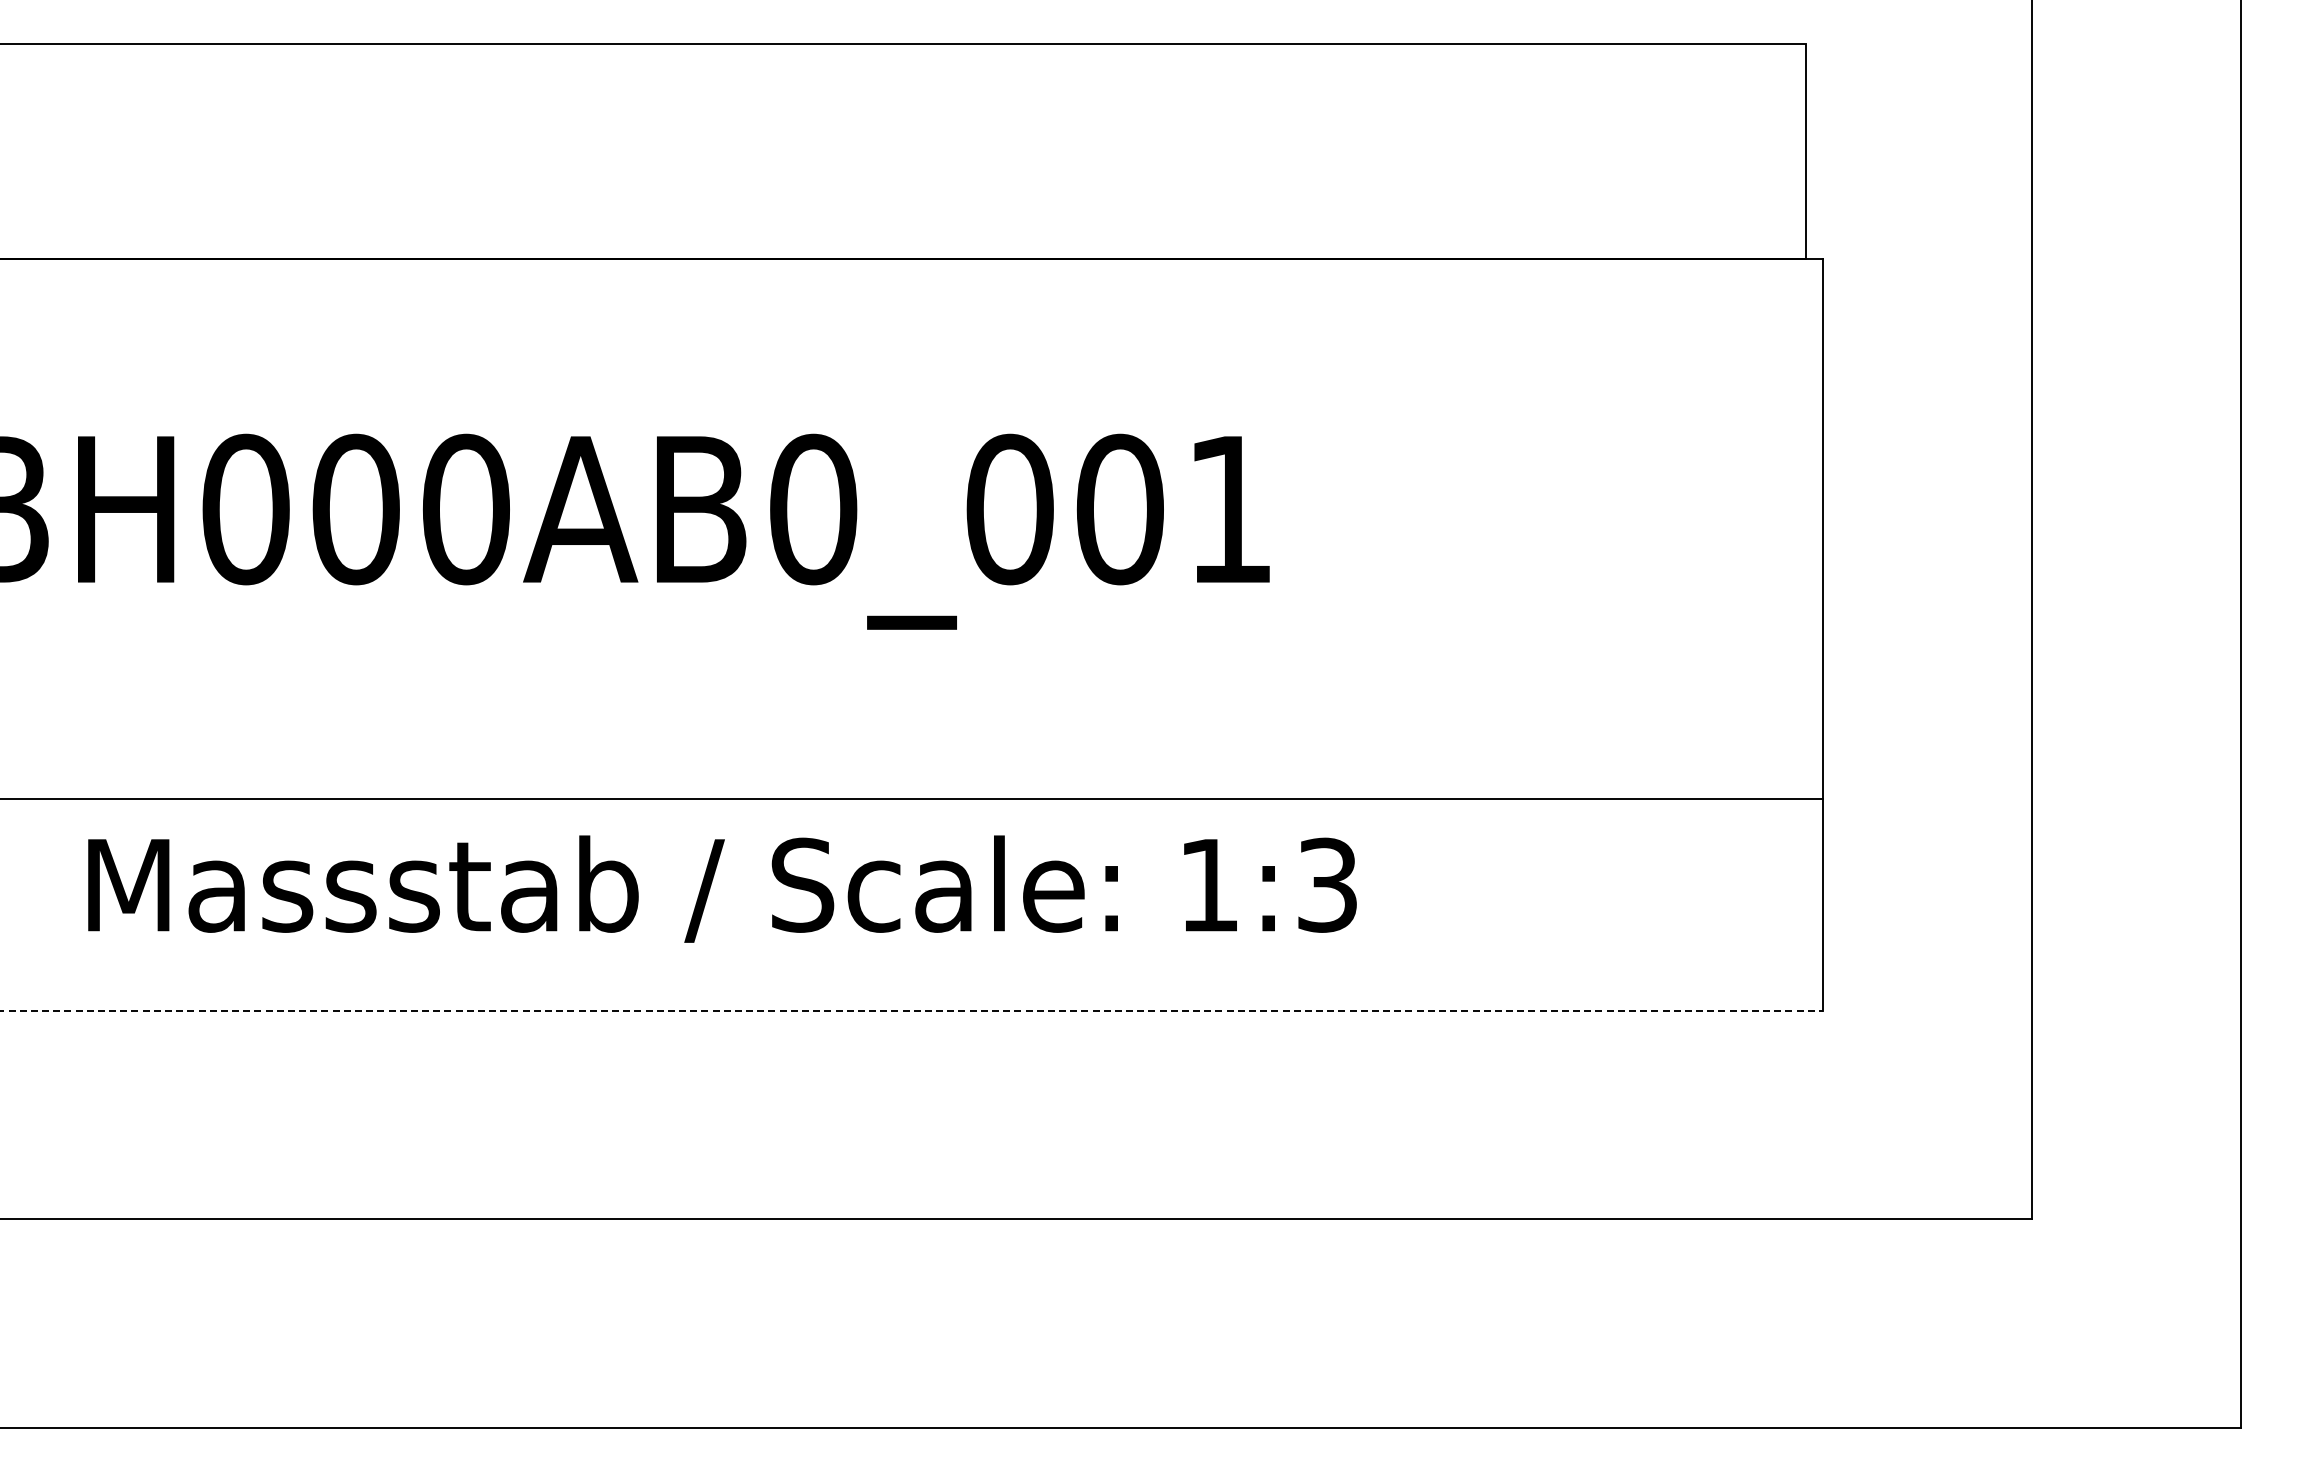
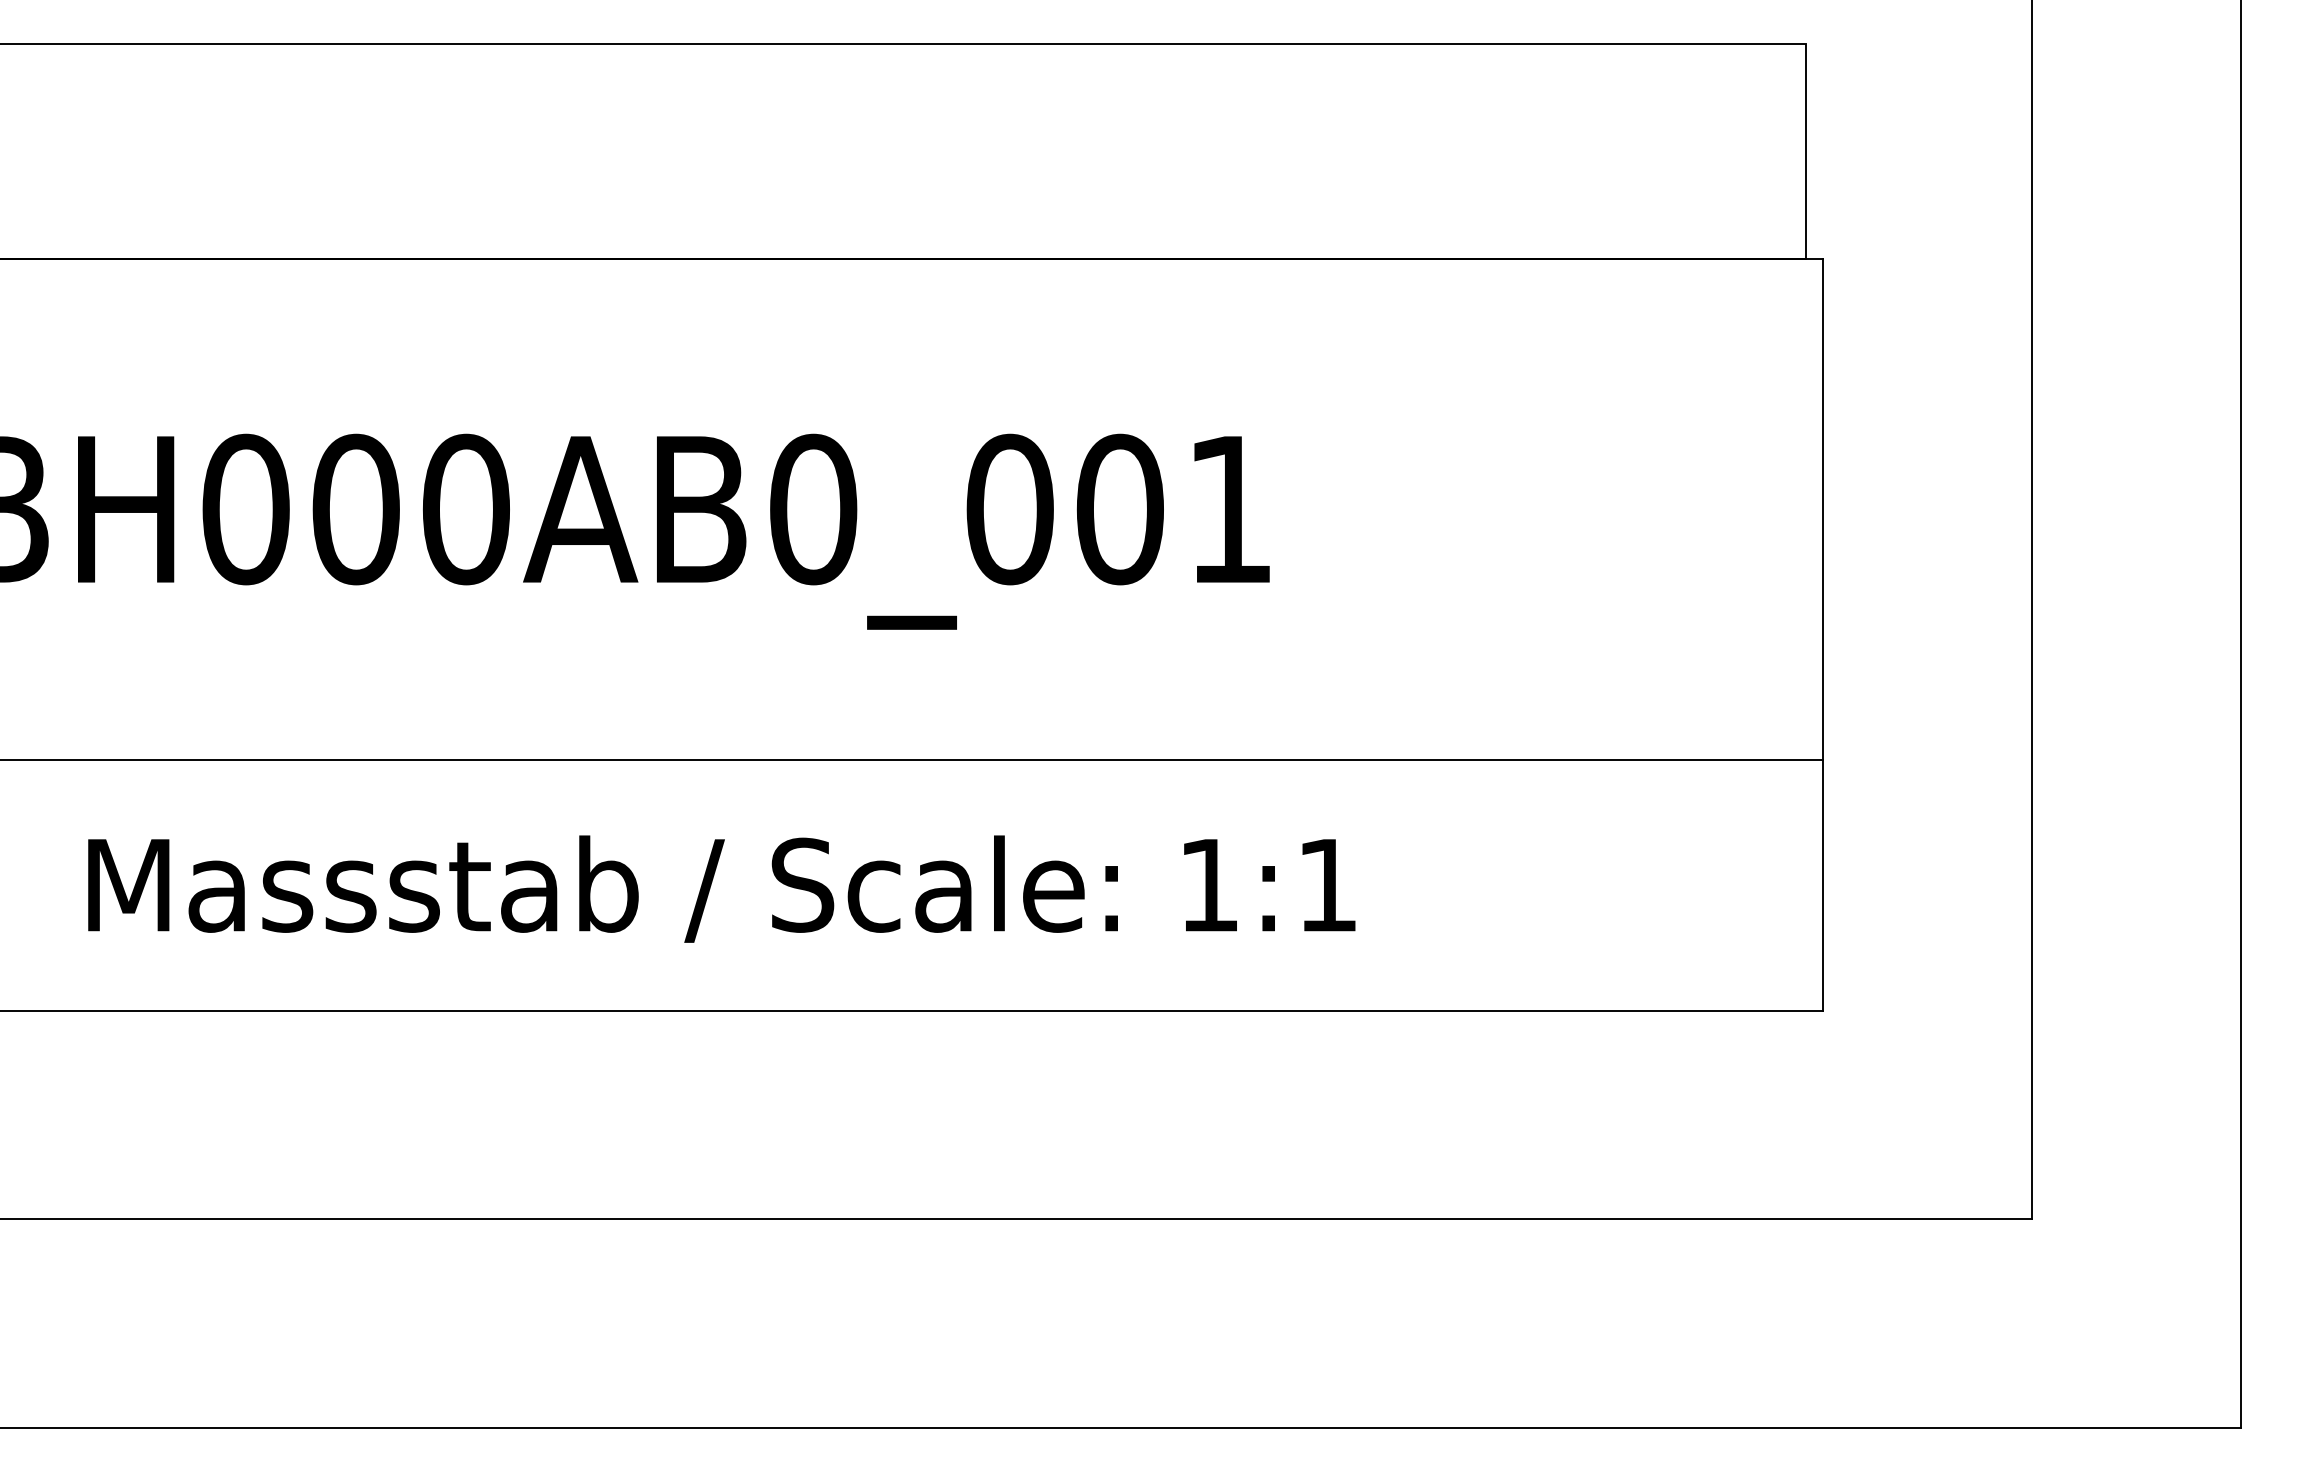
line at (912, 799) position: (912, 799) -> (912, 760)
text at (1327, 884): 1:3 -> 1:1
line at (912, 1010): dashed -> solid
